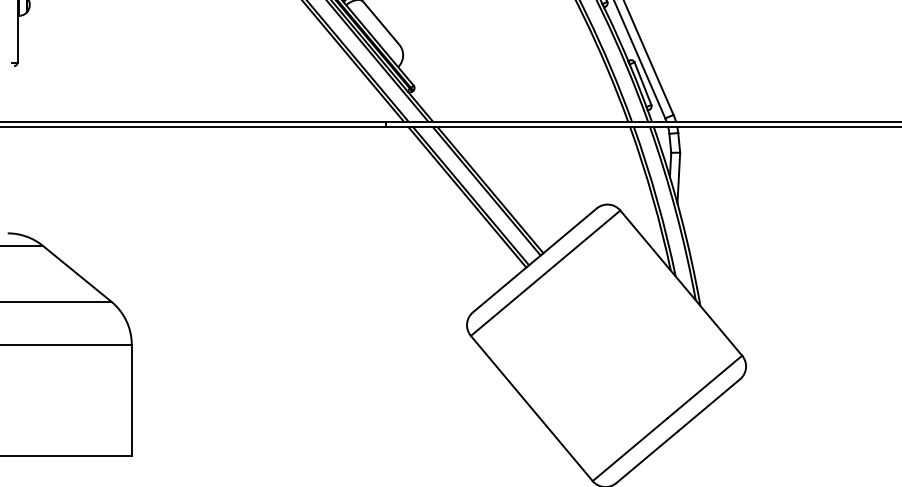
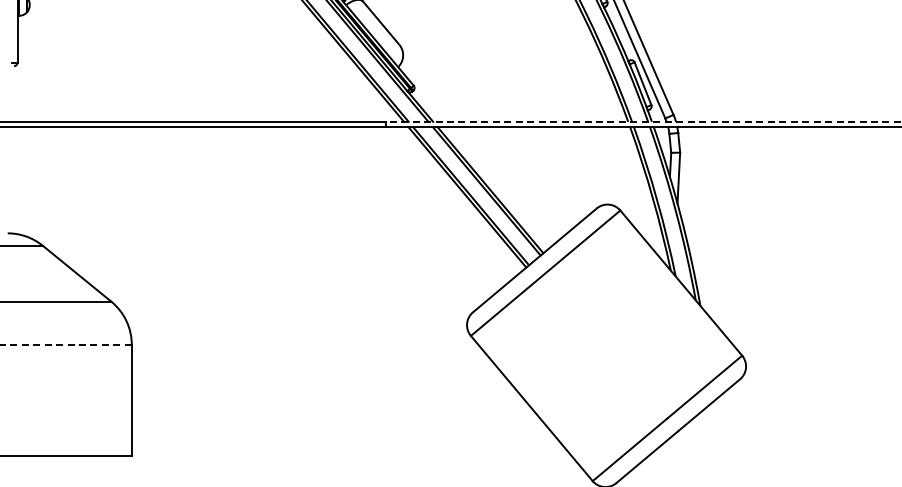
line at (643, 121): solid -> dashed
line at (65, 344): solid -> dashed
